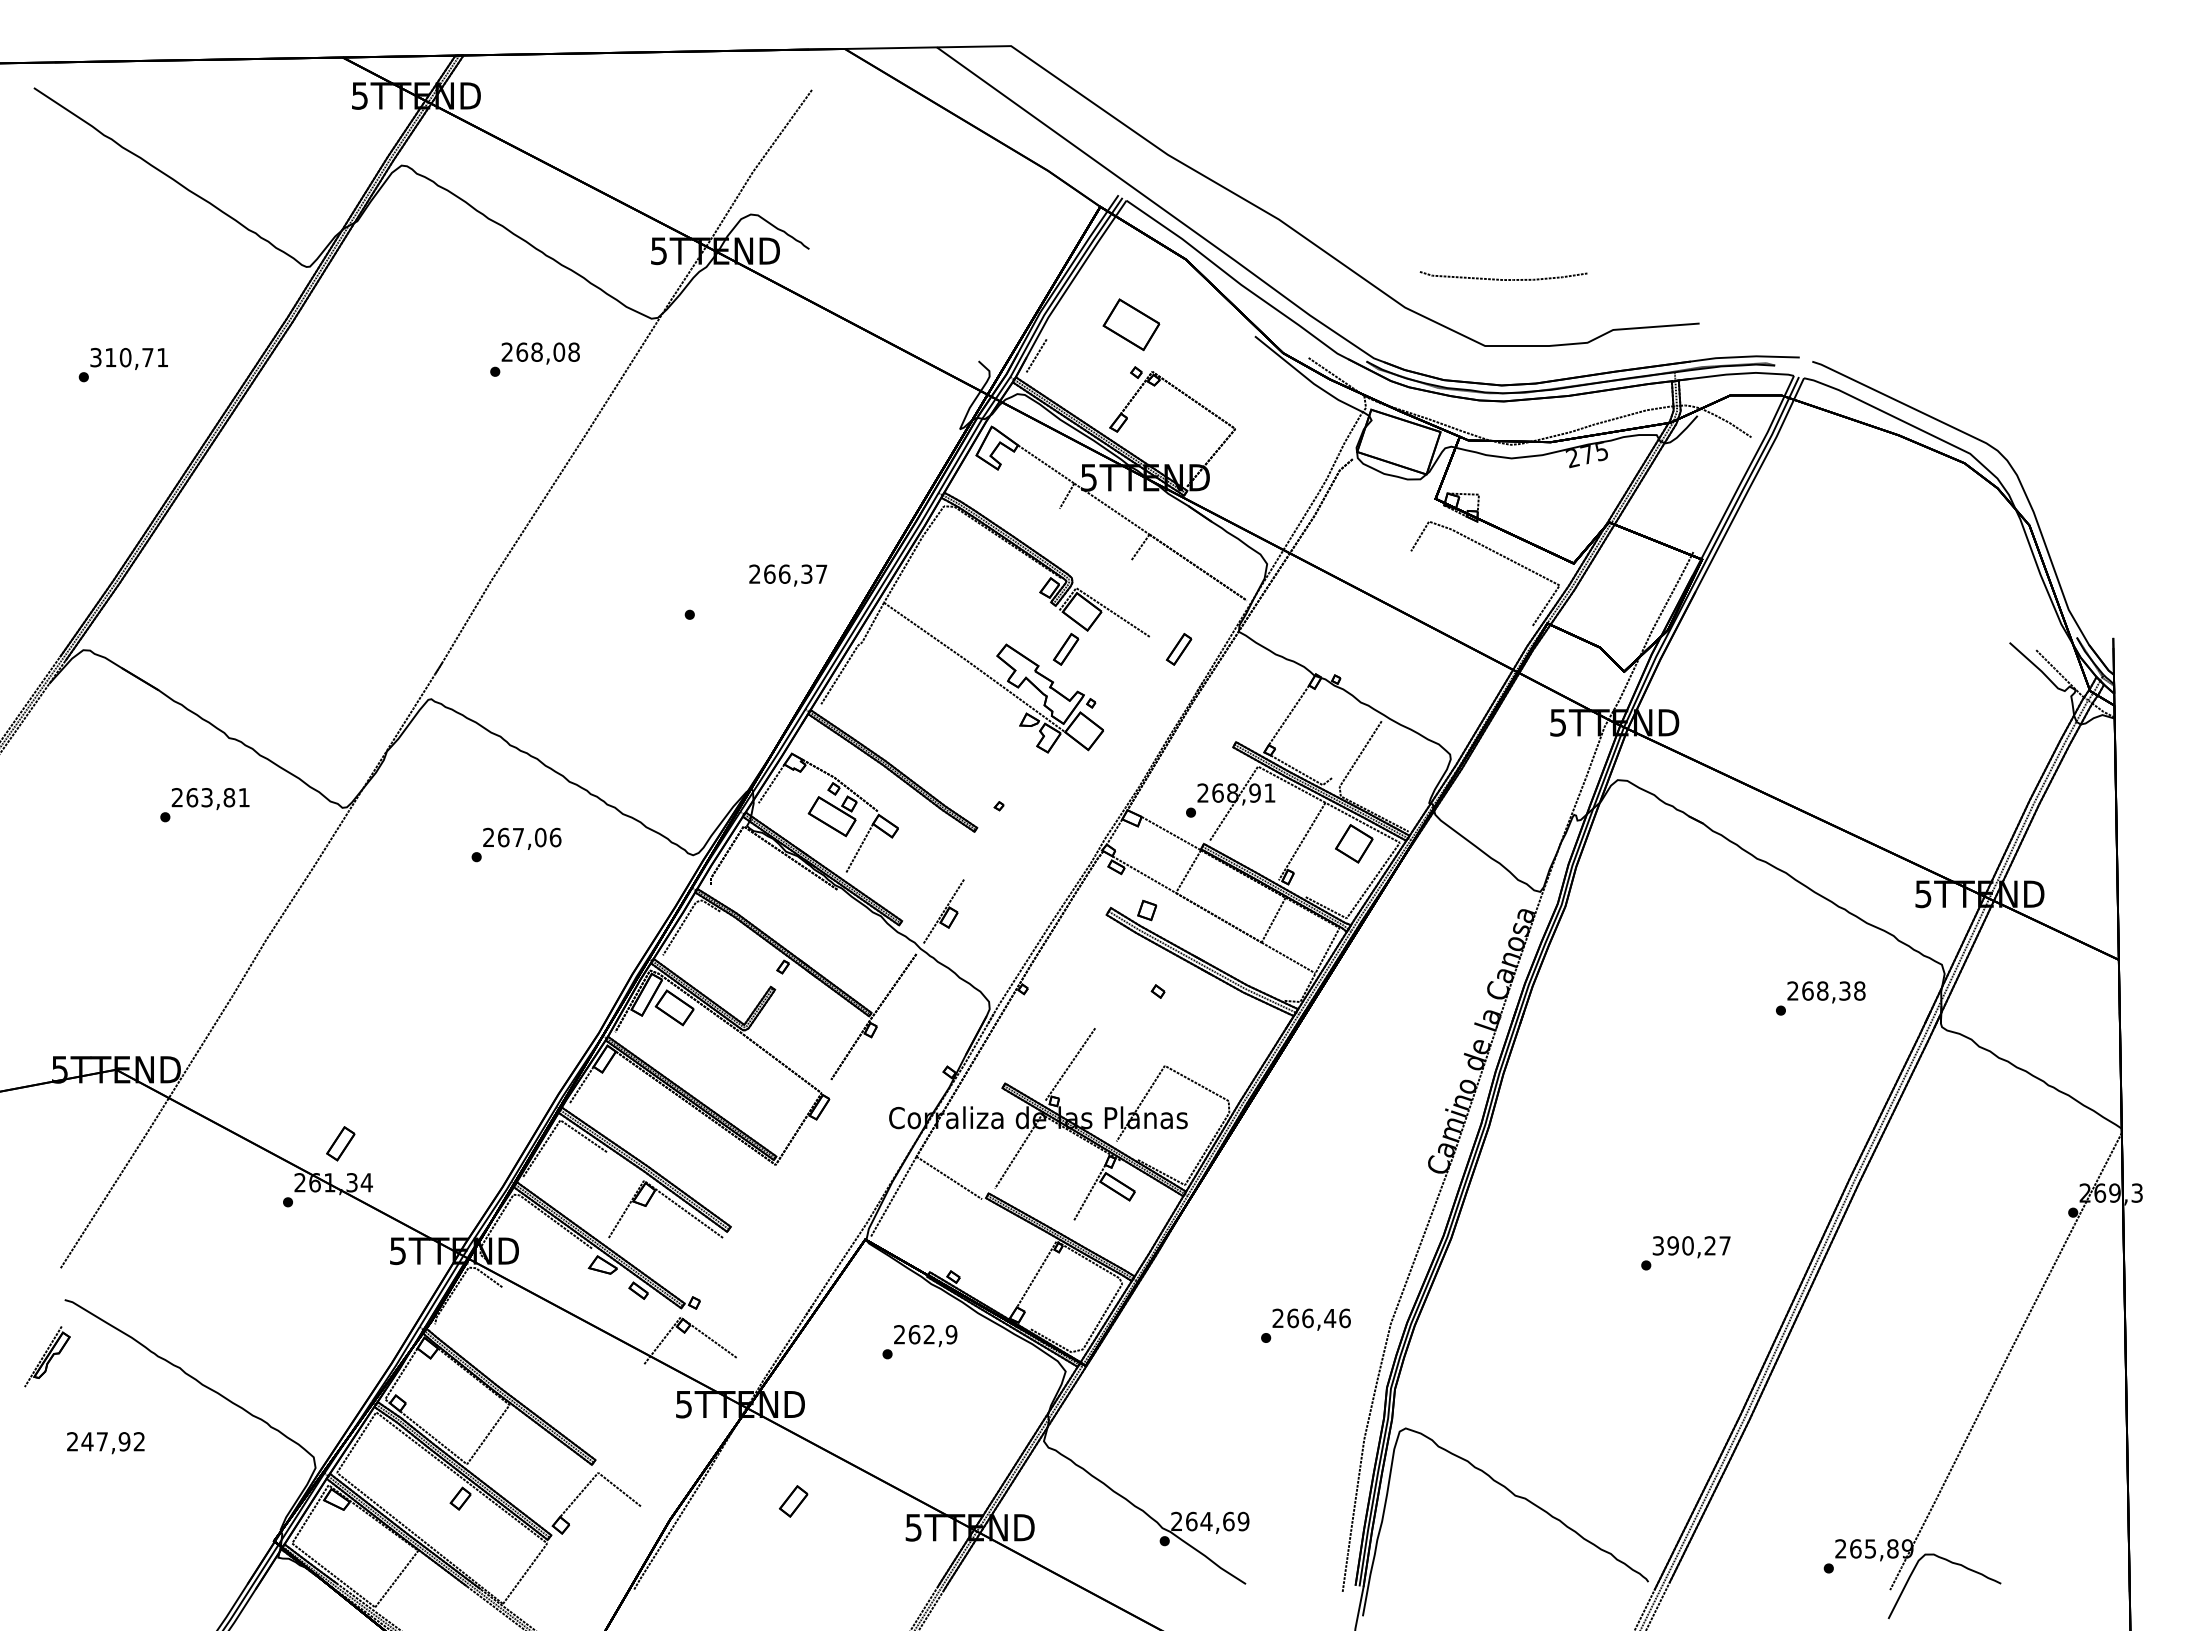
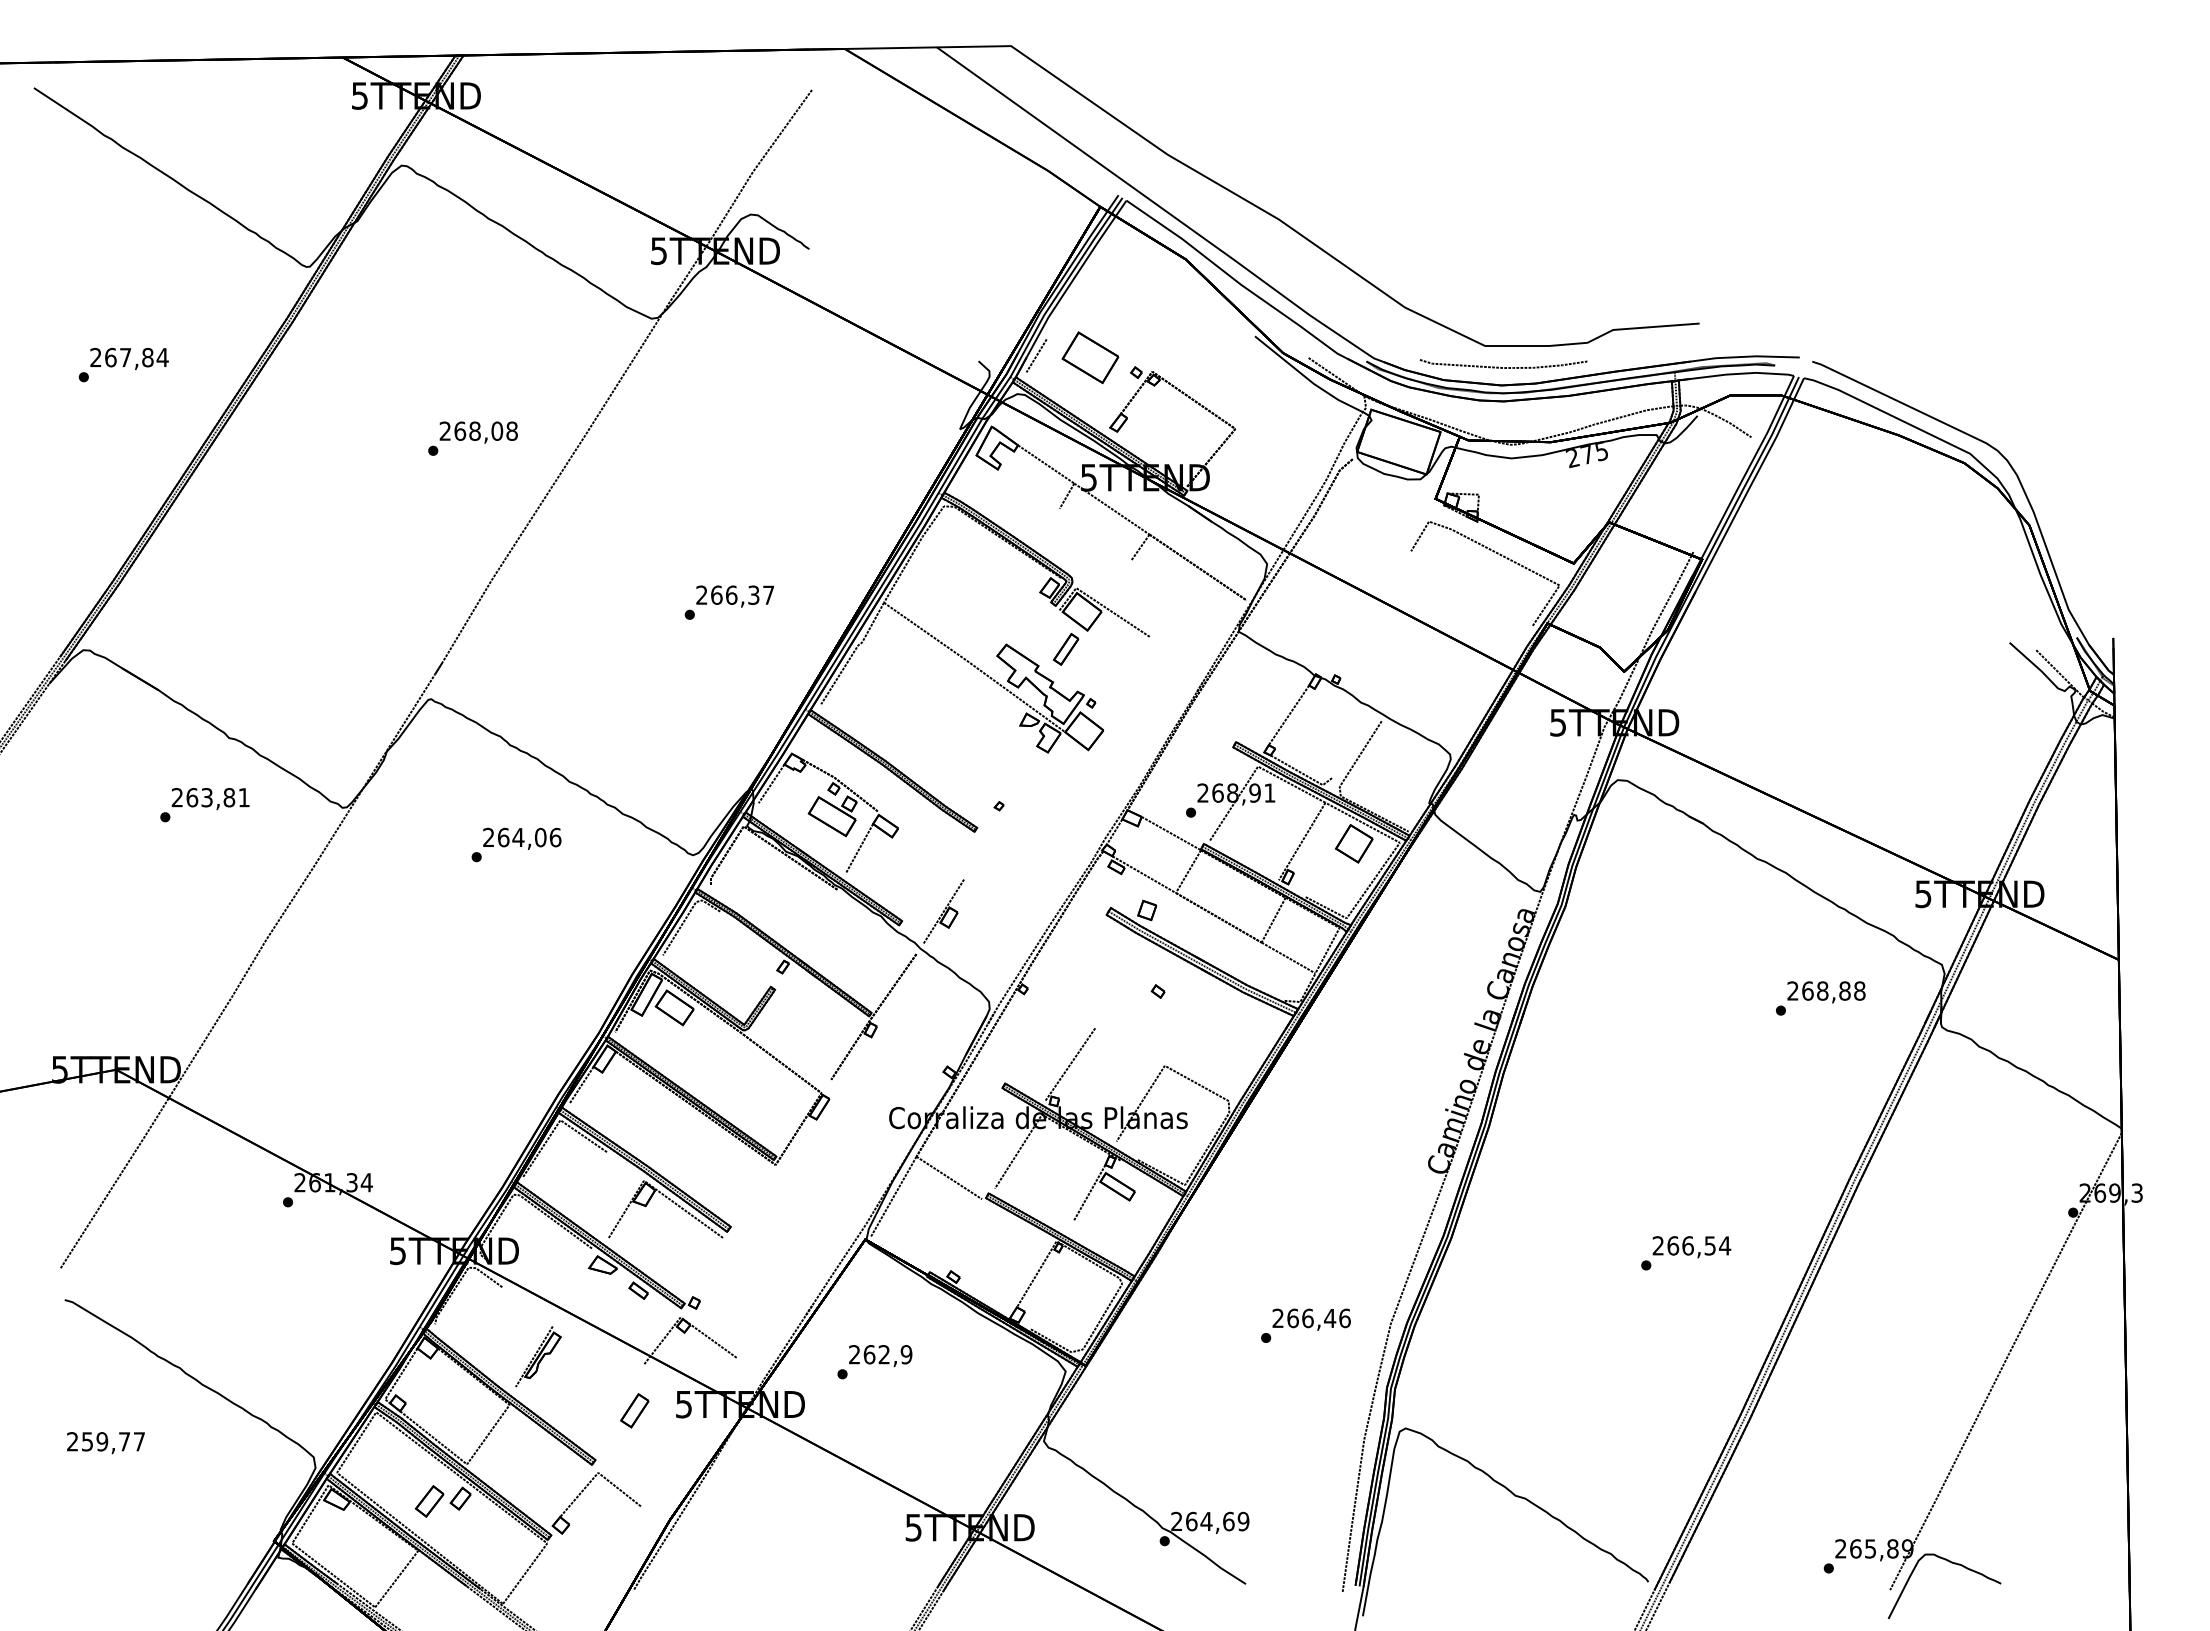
curve at (1502, 279) position: (1502, 279) -> (1502, 367)
part at (1131, 324) position: (1131, 324) -> (1090, 357)
text at (129, 357): 310,71 -> 267,84
text at (534, 359) position: (534, 359) -> (472, 438)
text at (788, 575) position: (788, 575) -> (735, 596)
part at (1179, 649): present -> none
text at (518, 837): 267,06 -> 264,06
text at (1844, 990): 268,38 -> 268,88
part at (340, 1143) position: (340, 1143) -> (634, 1410)
text at (1691, 1245): 390,27 -> 266,54
text at (919, 1342) position: (919, 1342) -> (874, 1362)
part at (47, 1356) position: (47, 1356) -> (538, 1356)
text at (112, 1441): 247,92 -> 259,77
part at (793, 1501) position: (793, 1501) -> (429, 1501)
